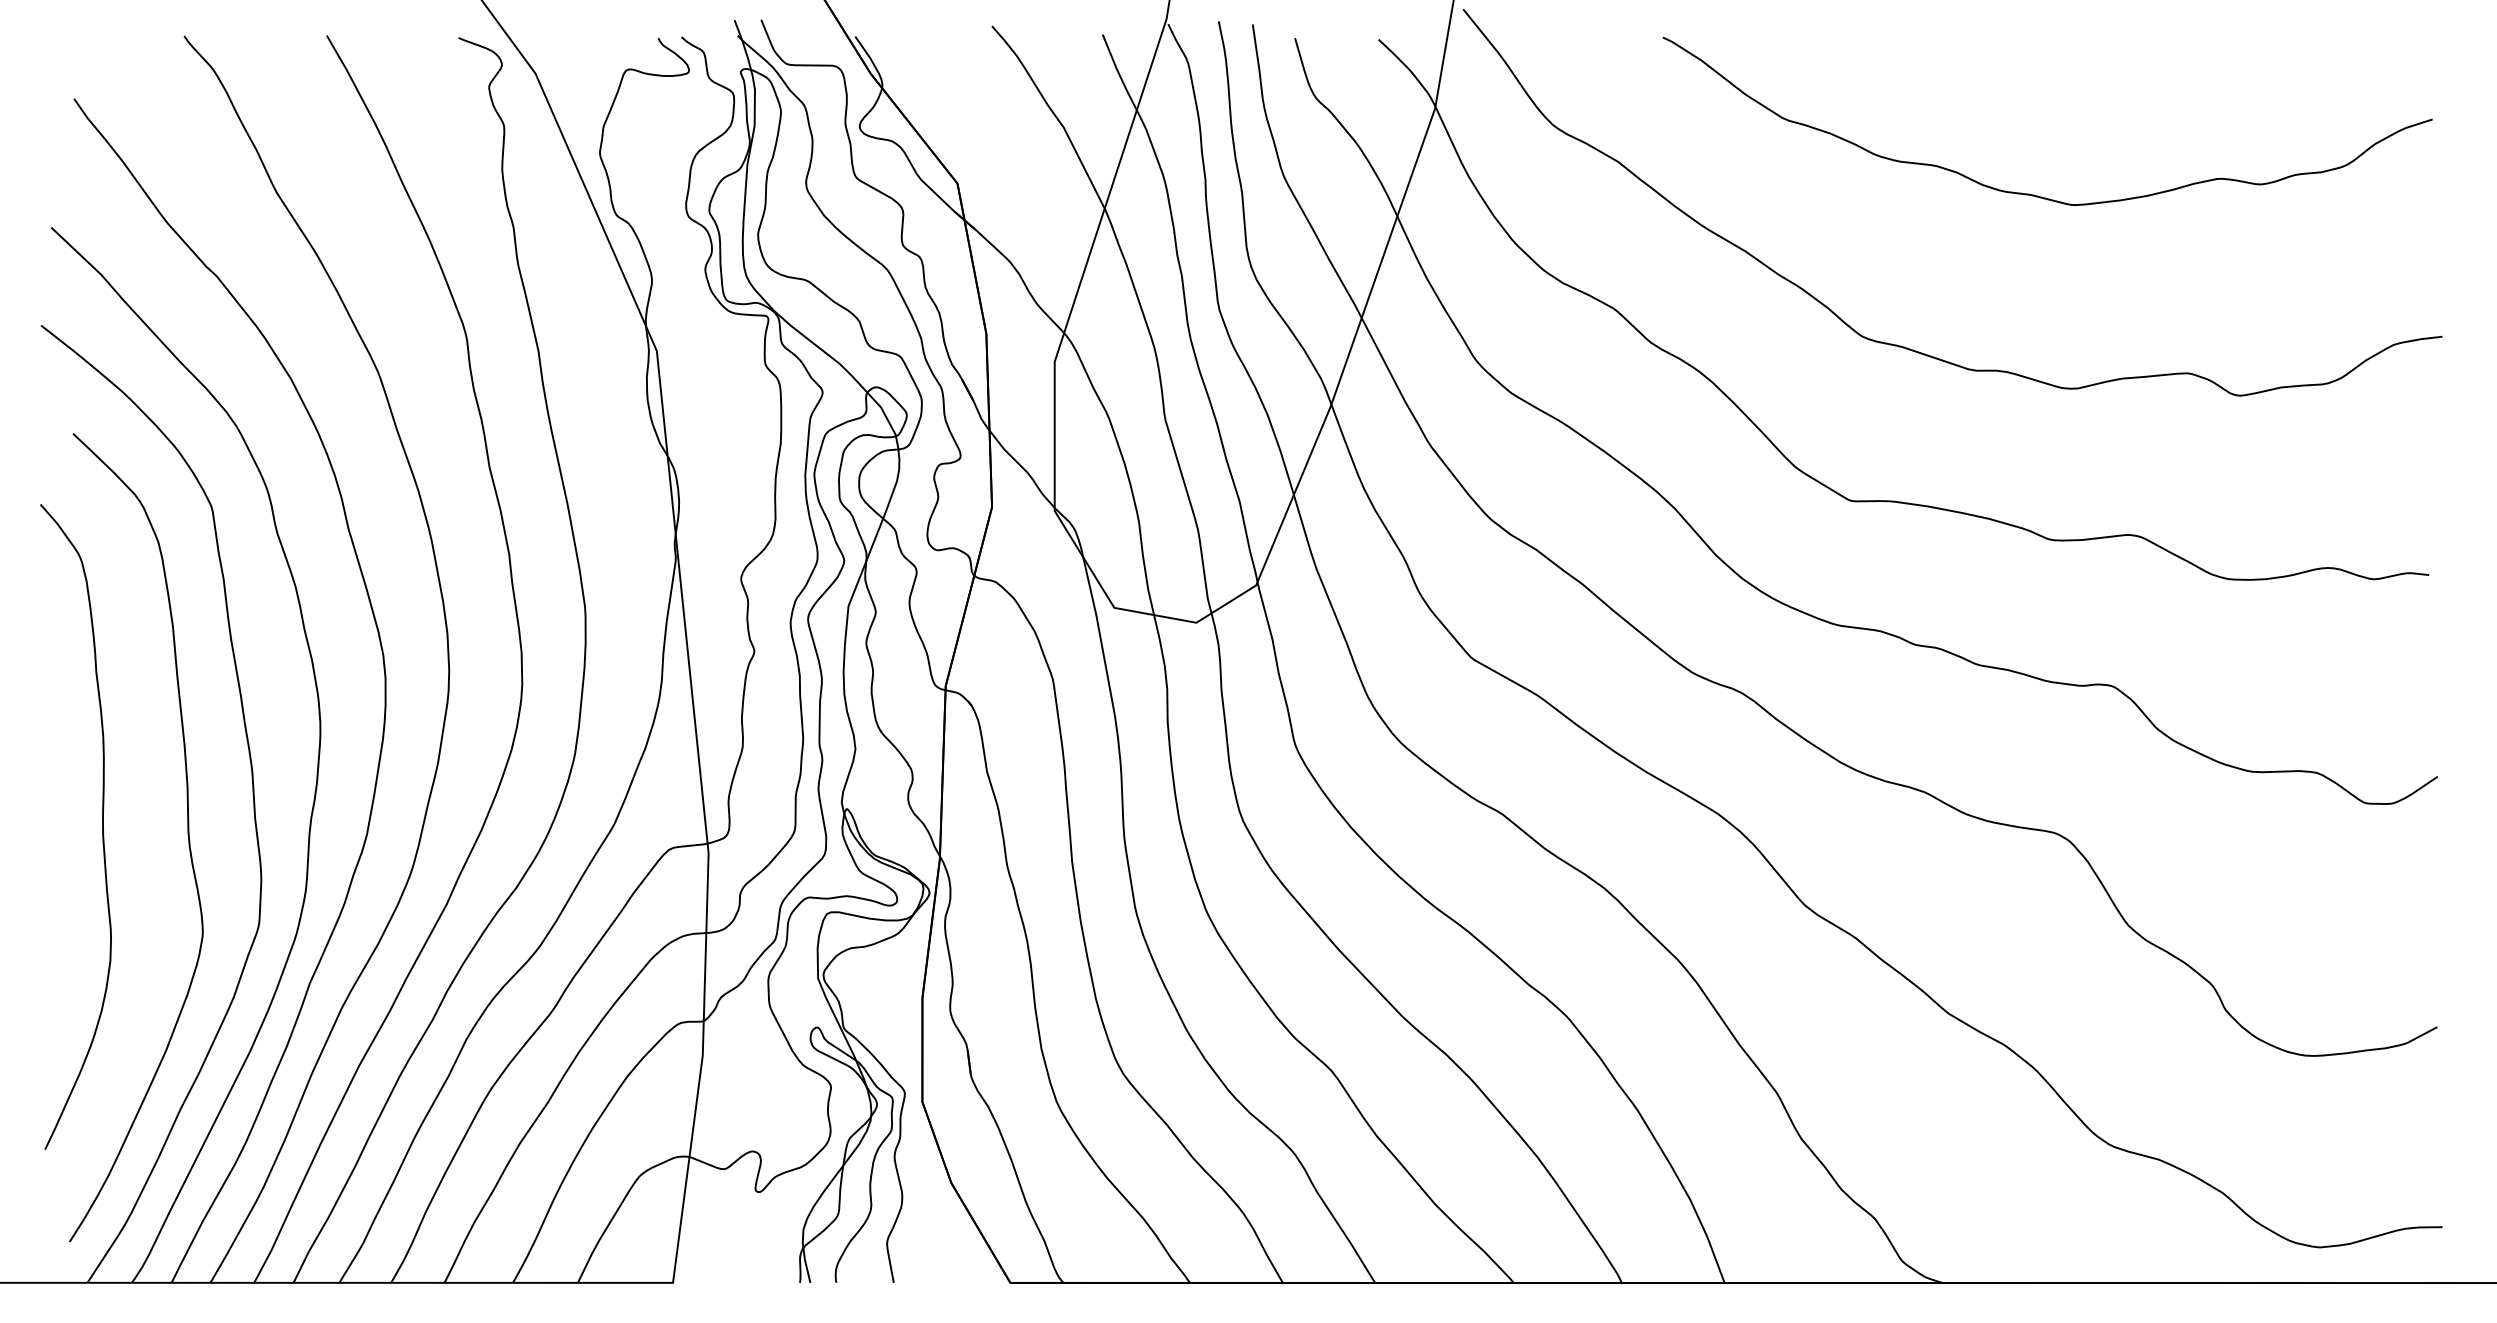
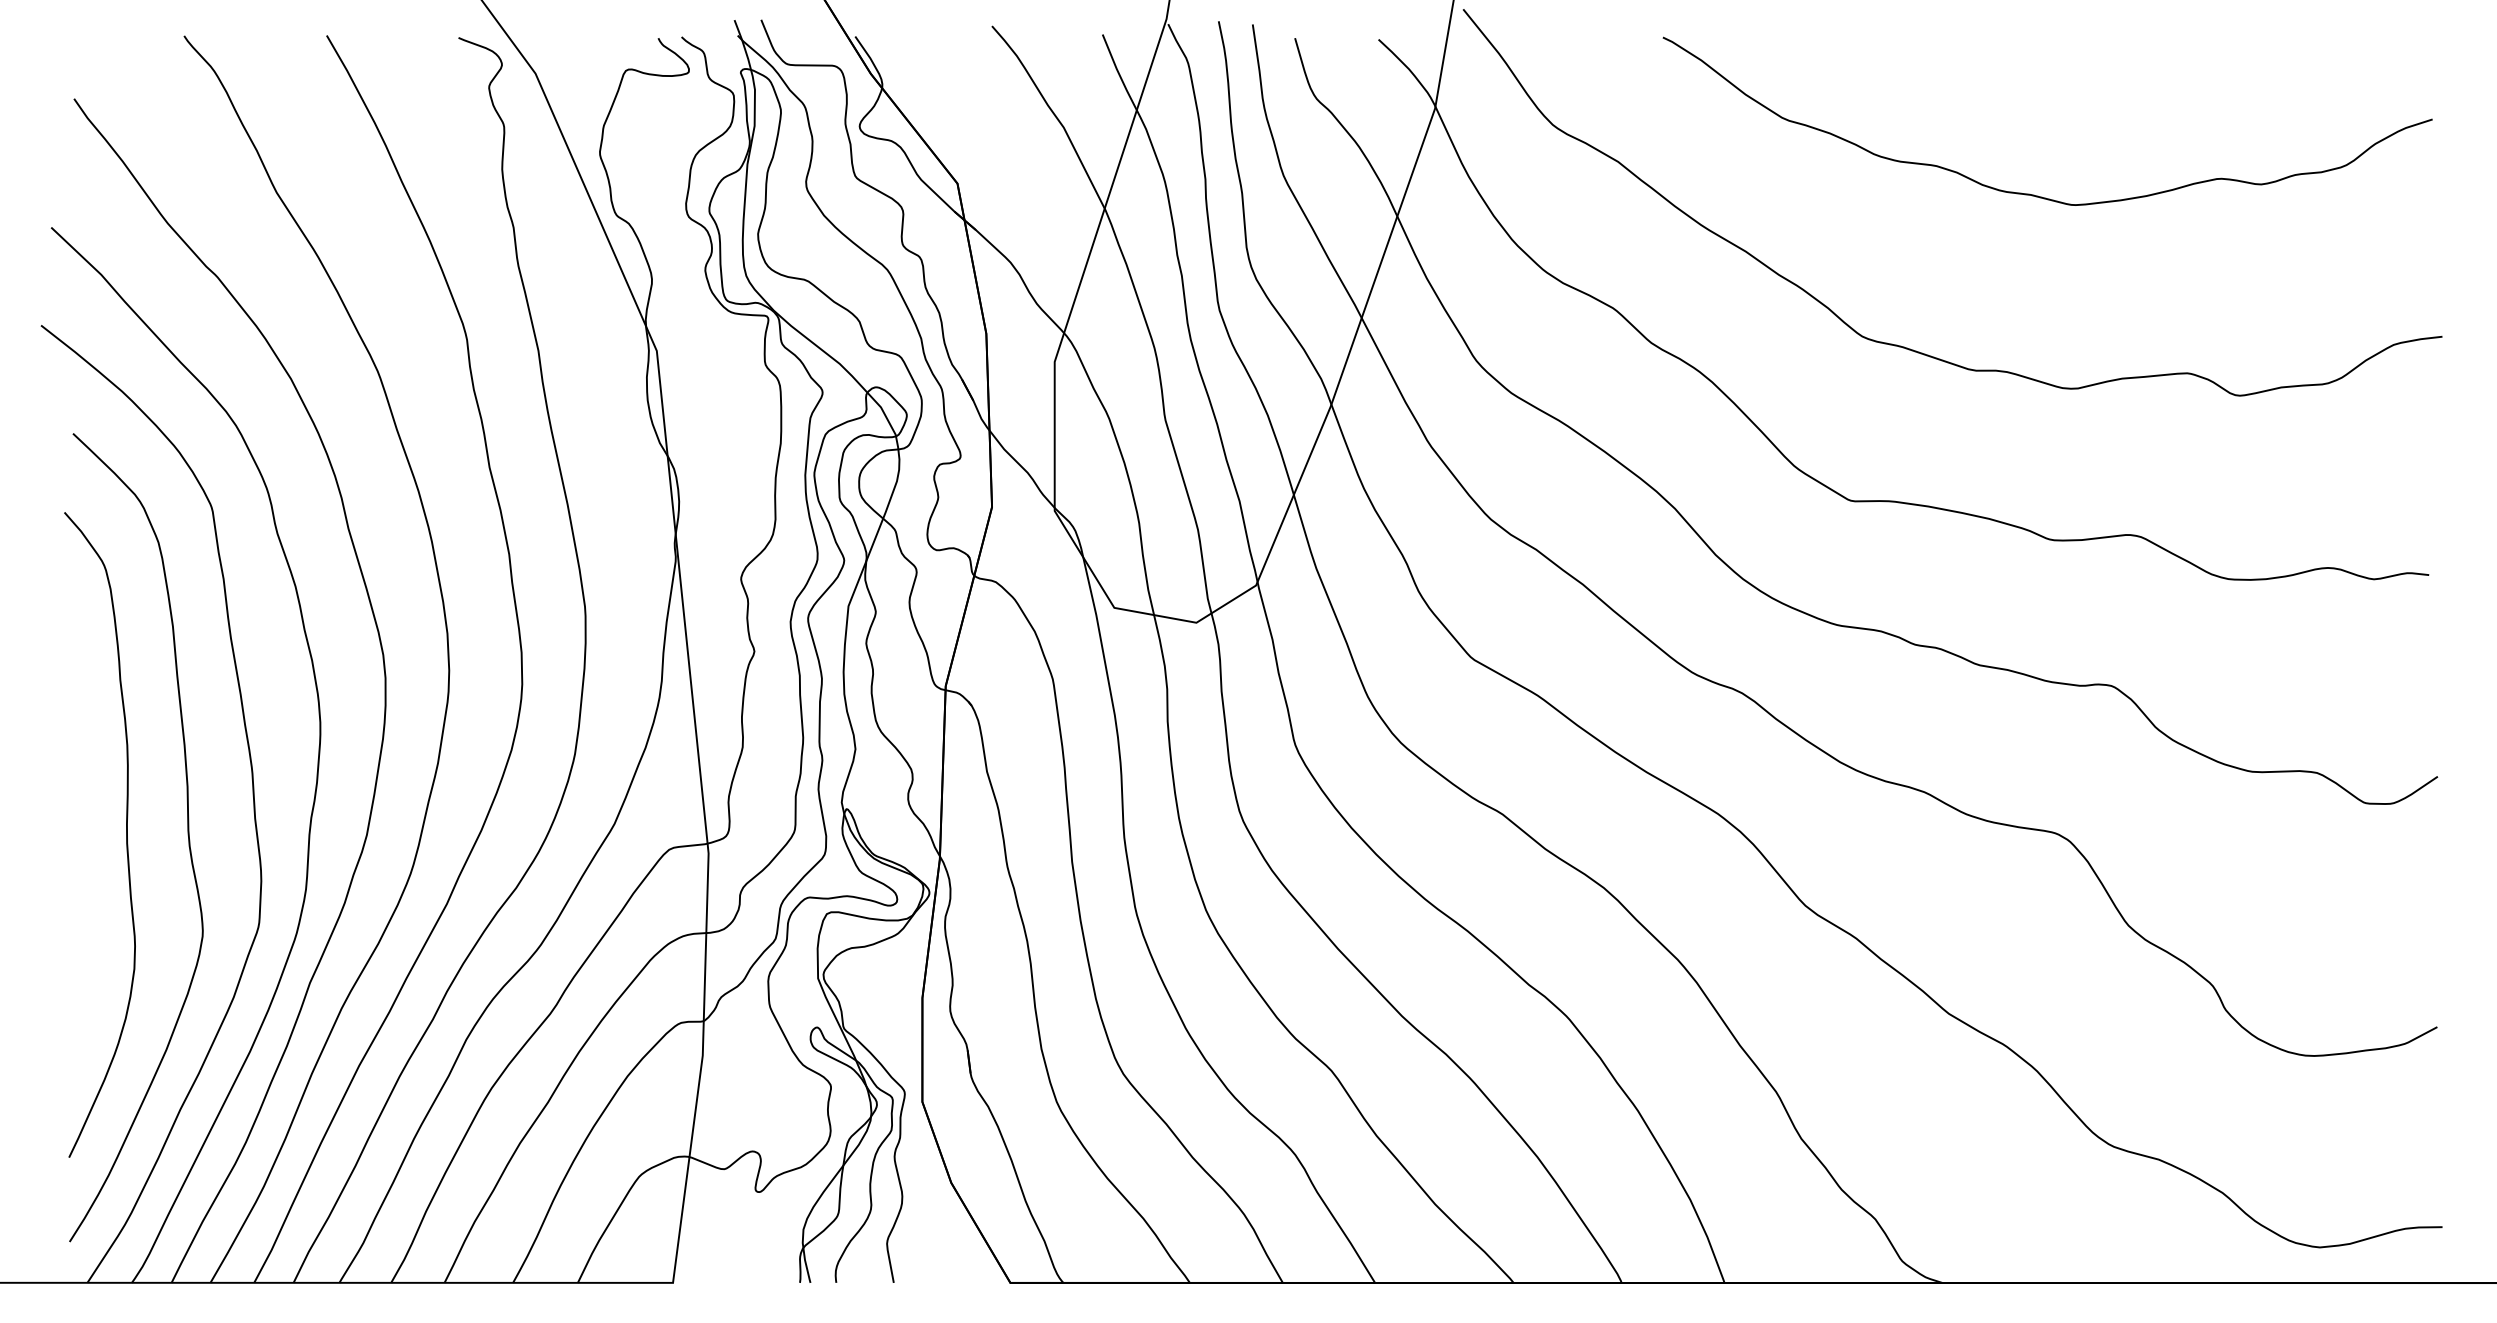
curve at (102, 826) position: (102, 826) -> (126, 834)
